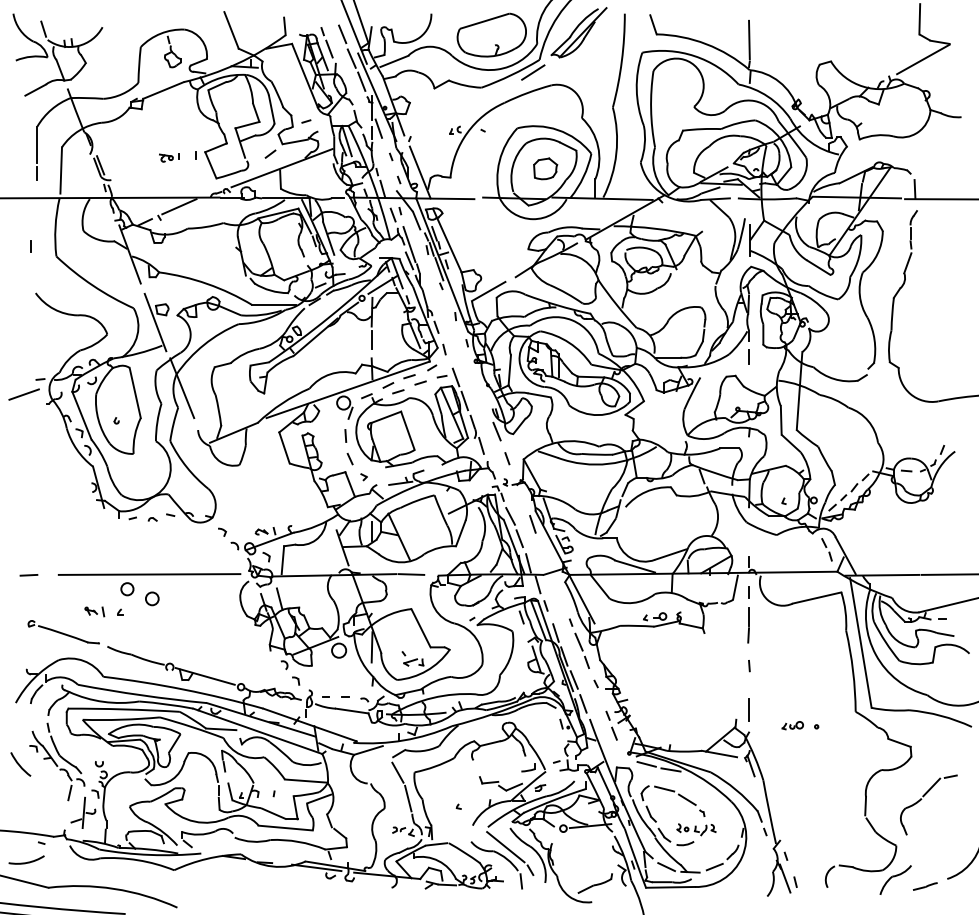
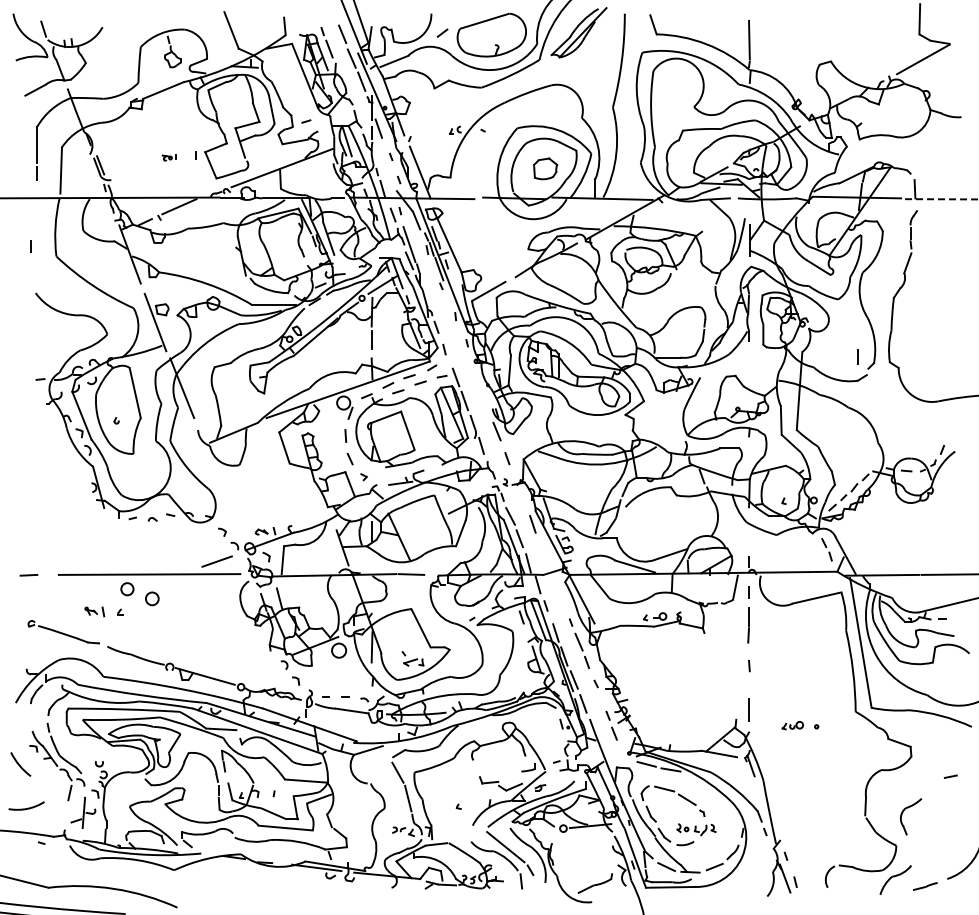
line at (533, 72): present -> none
line at (270, 153) position: (270, 153) -> (442, 32)
part at (169, 157) size: 21x10 px -> 16x8 px
line at (942, 199): solid -> dashed
line at (748, 356) position: (748, 356) -> (857, 356)
line at (23, 394) position: (23, 394) -> (216, 561)
line at (931, 787): present -> none
arc at (27, 861) position: (27, 861) -> (27, 807)
